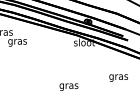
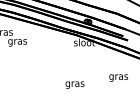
text at (68, 86) position: (68, 86) -> (74, 84)
